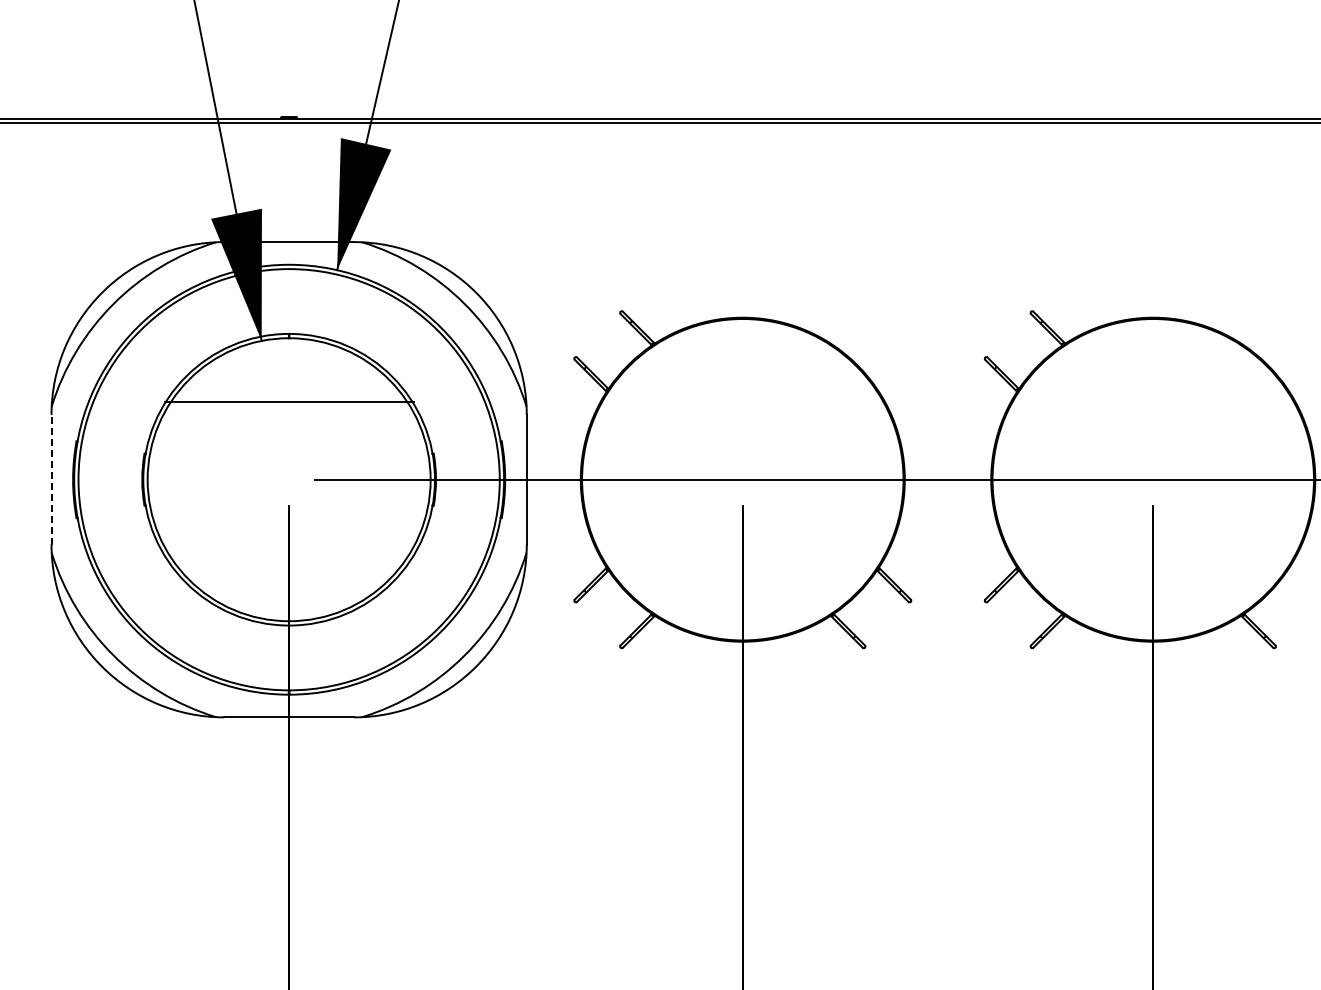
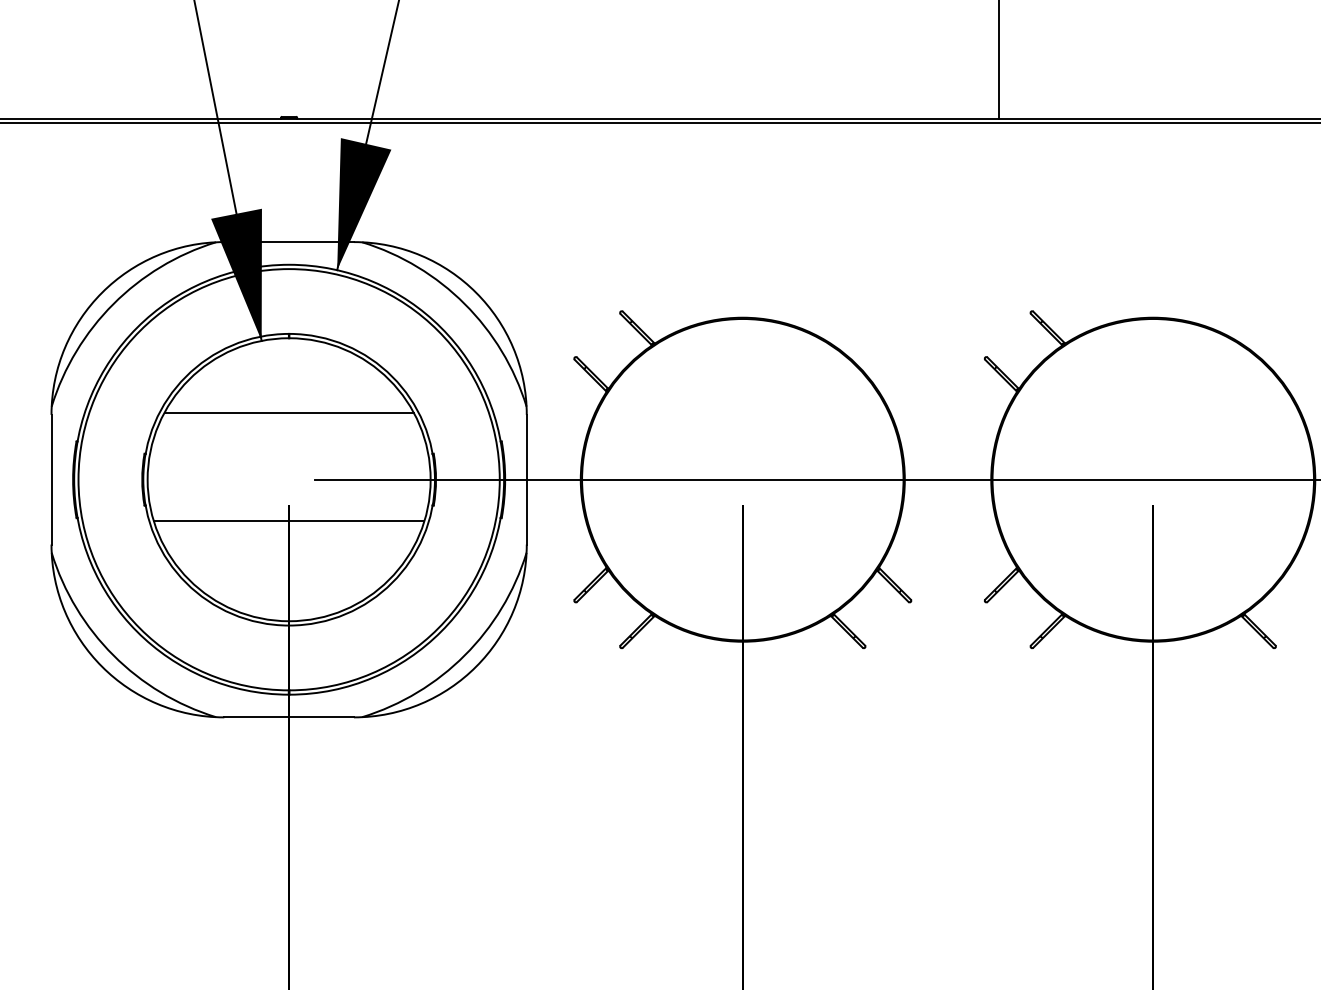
line at (998, 60): none -> present
line at (288, 401) position: (288, 401) -> (288, 412)
line at (51, 479): dashed -> solid
line at (288, 520): none -> present
